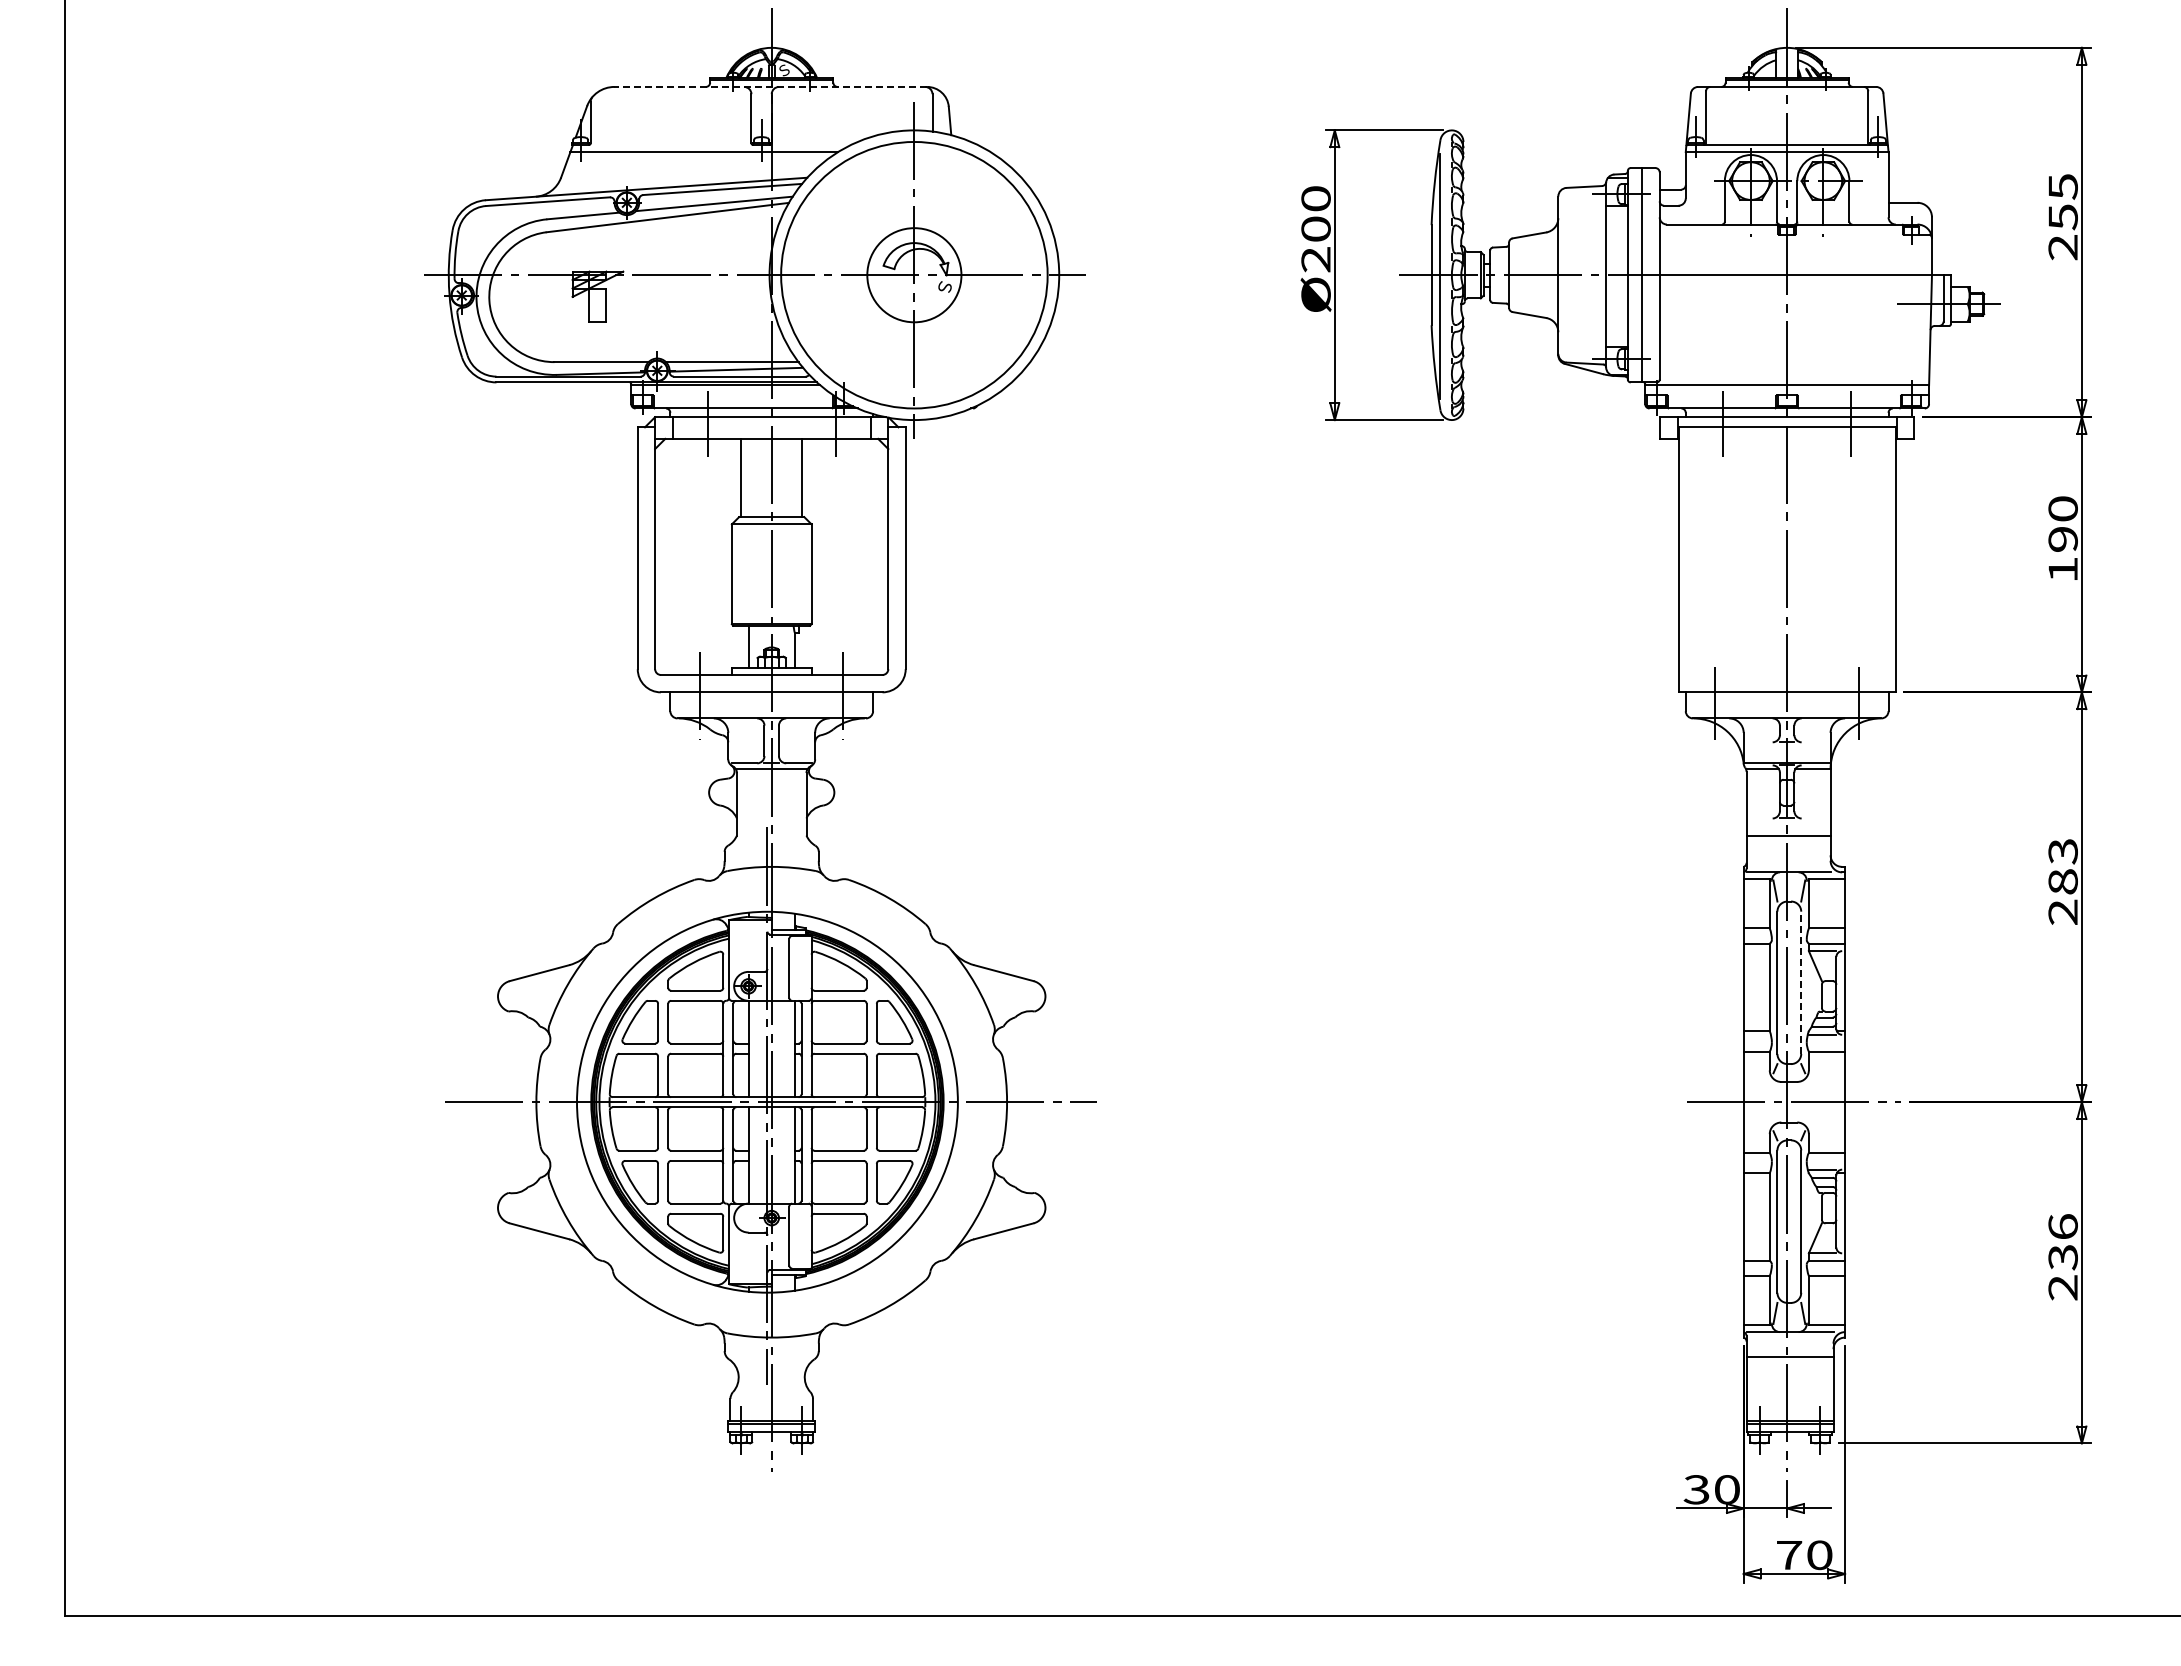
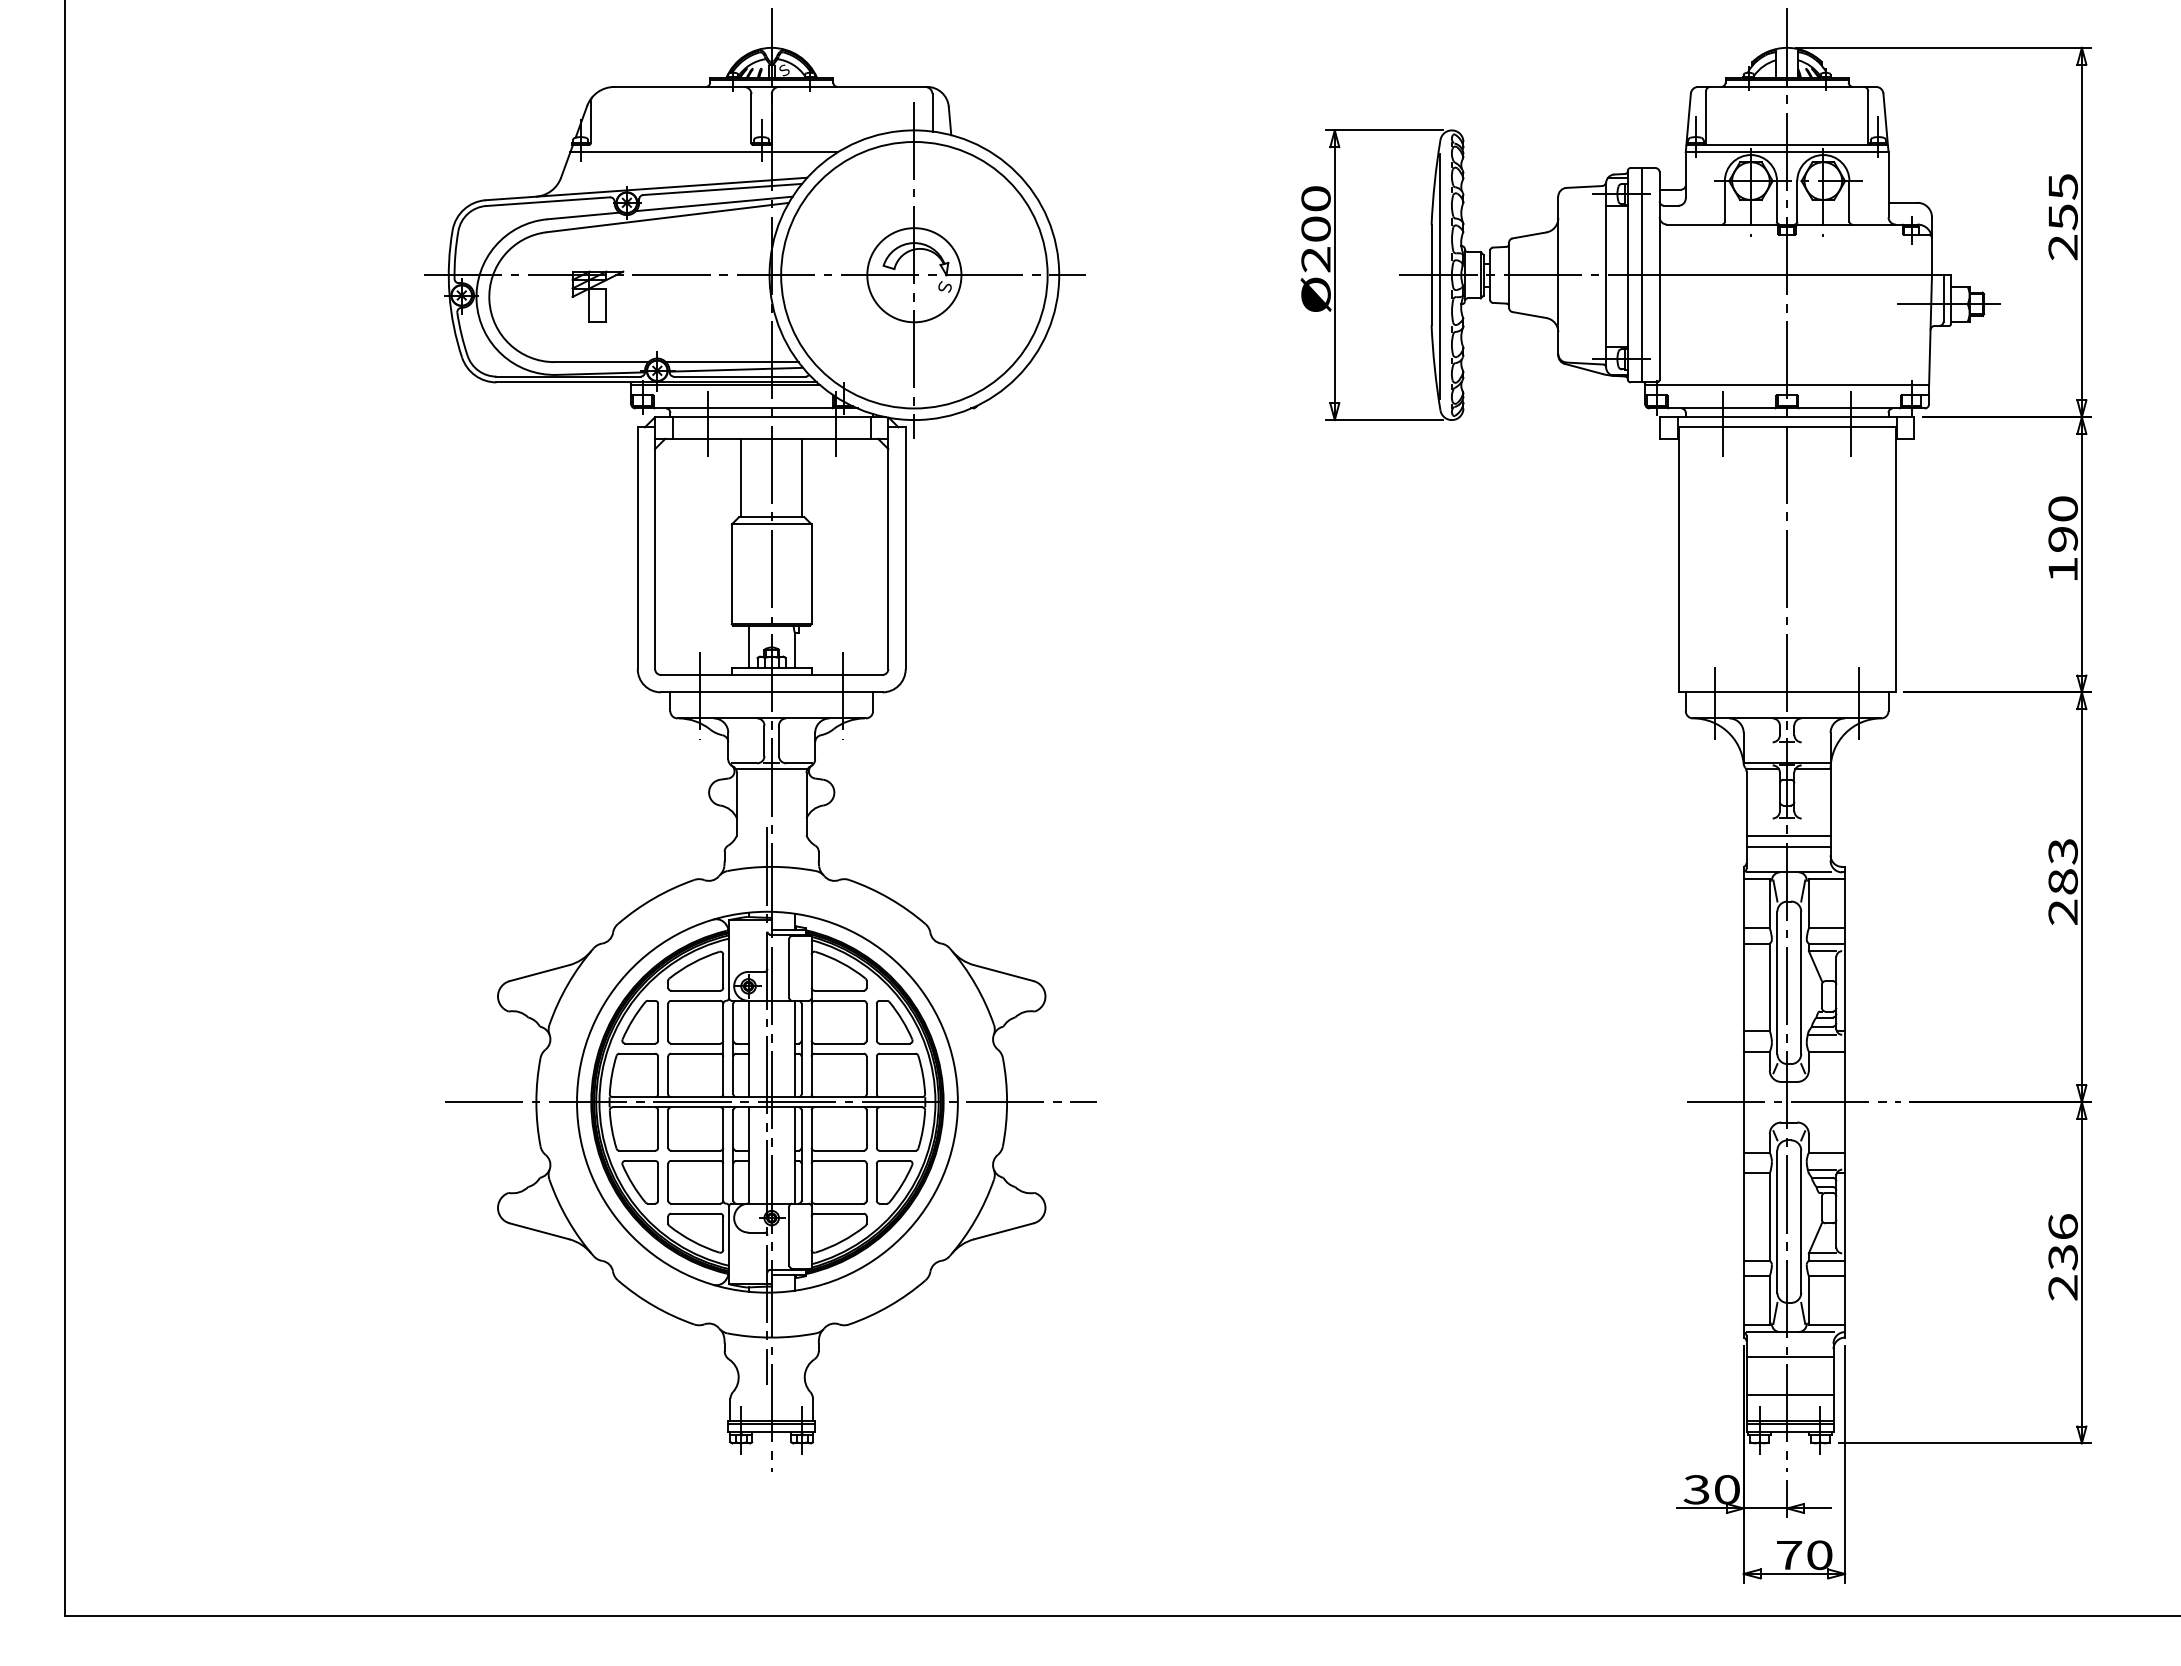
line at (770, 86): dashed -> solid
line at (1788, 847): none -> present
line at (1801, 982): dashed -> solid
line at (1789, 1394): none -> present
